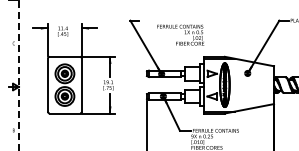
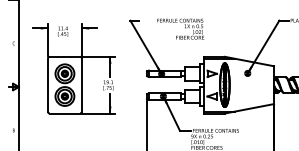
text at (180, 34) position: (180, 34) -> (180, 28)
line at (18, 75): dashed -> solid
